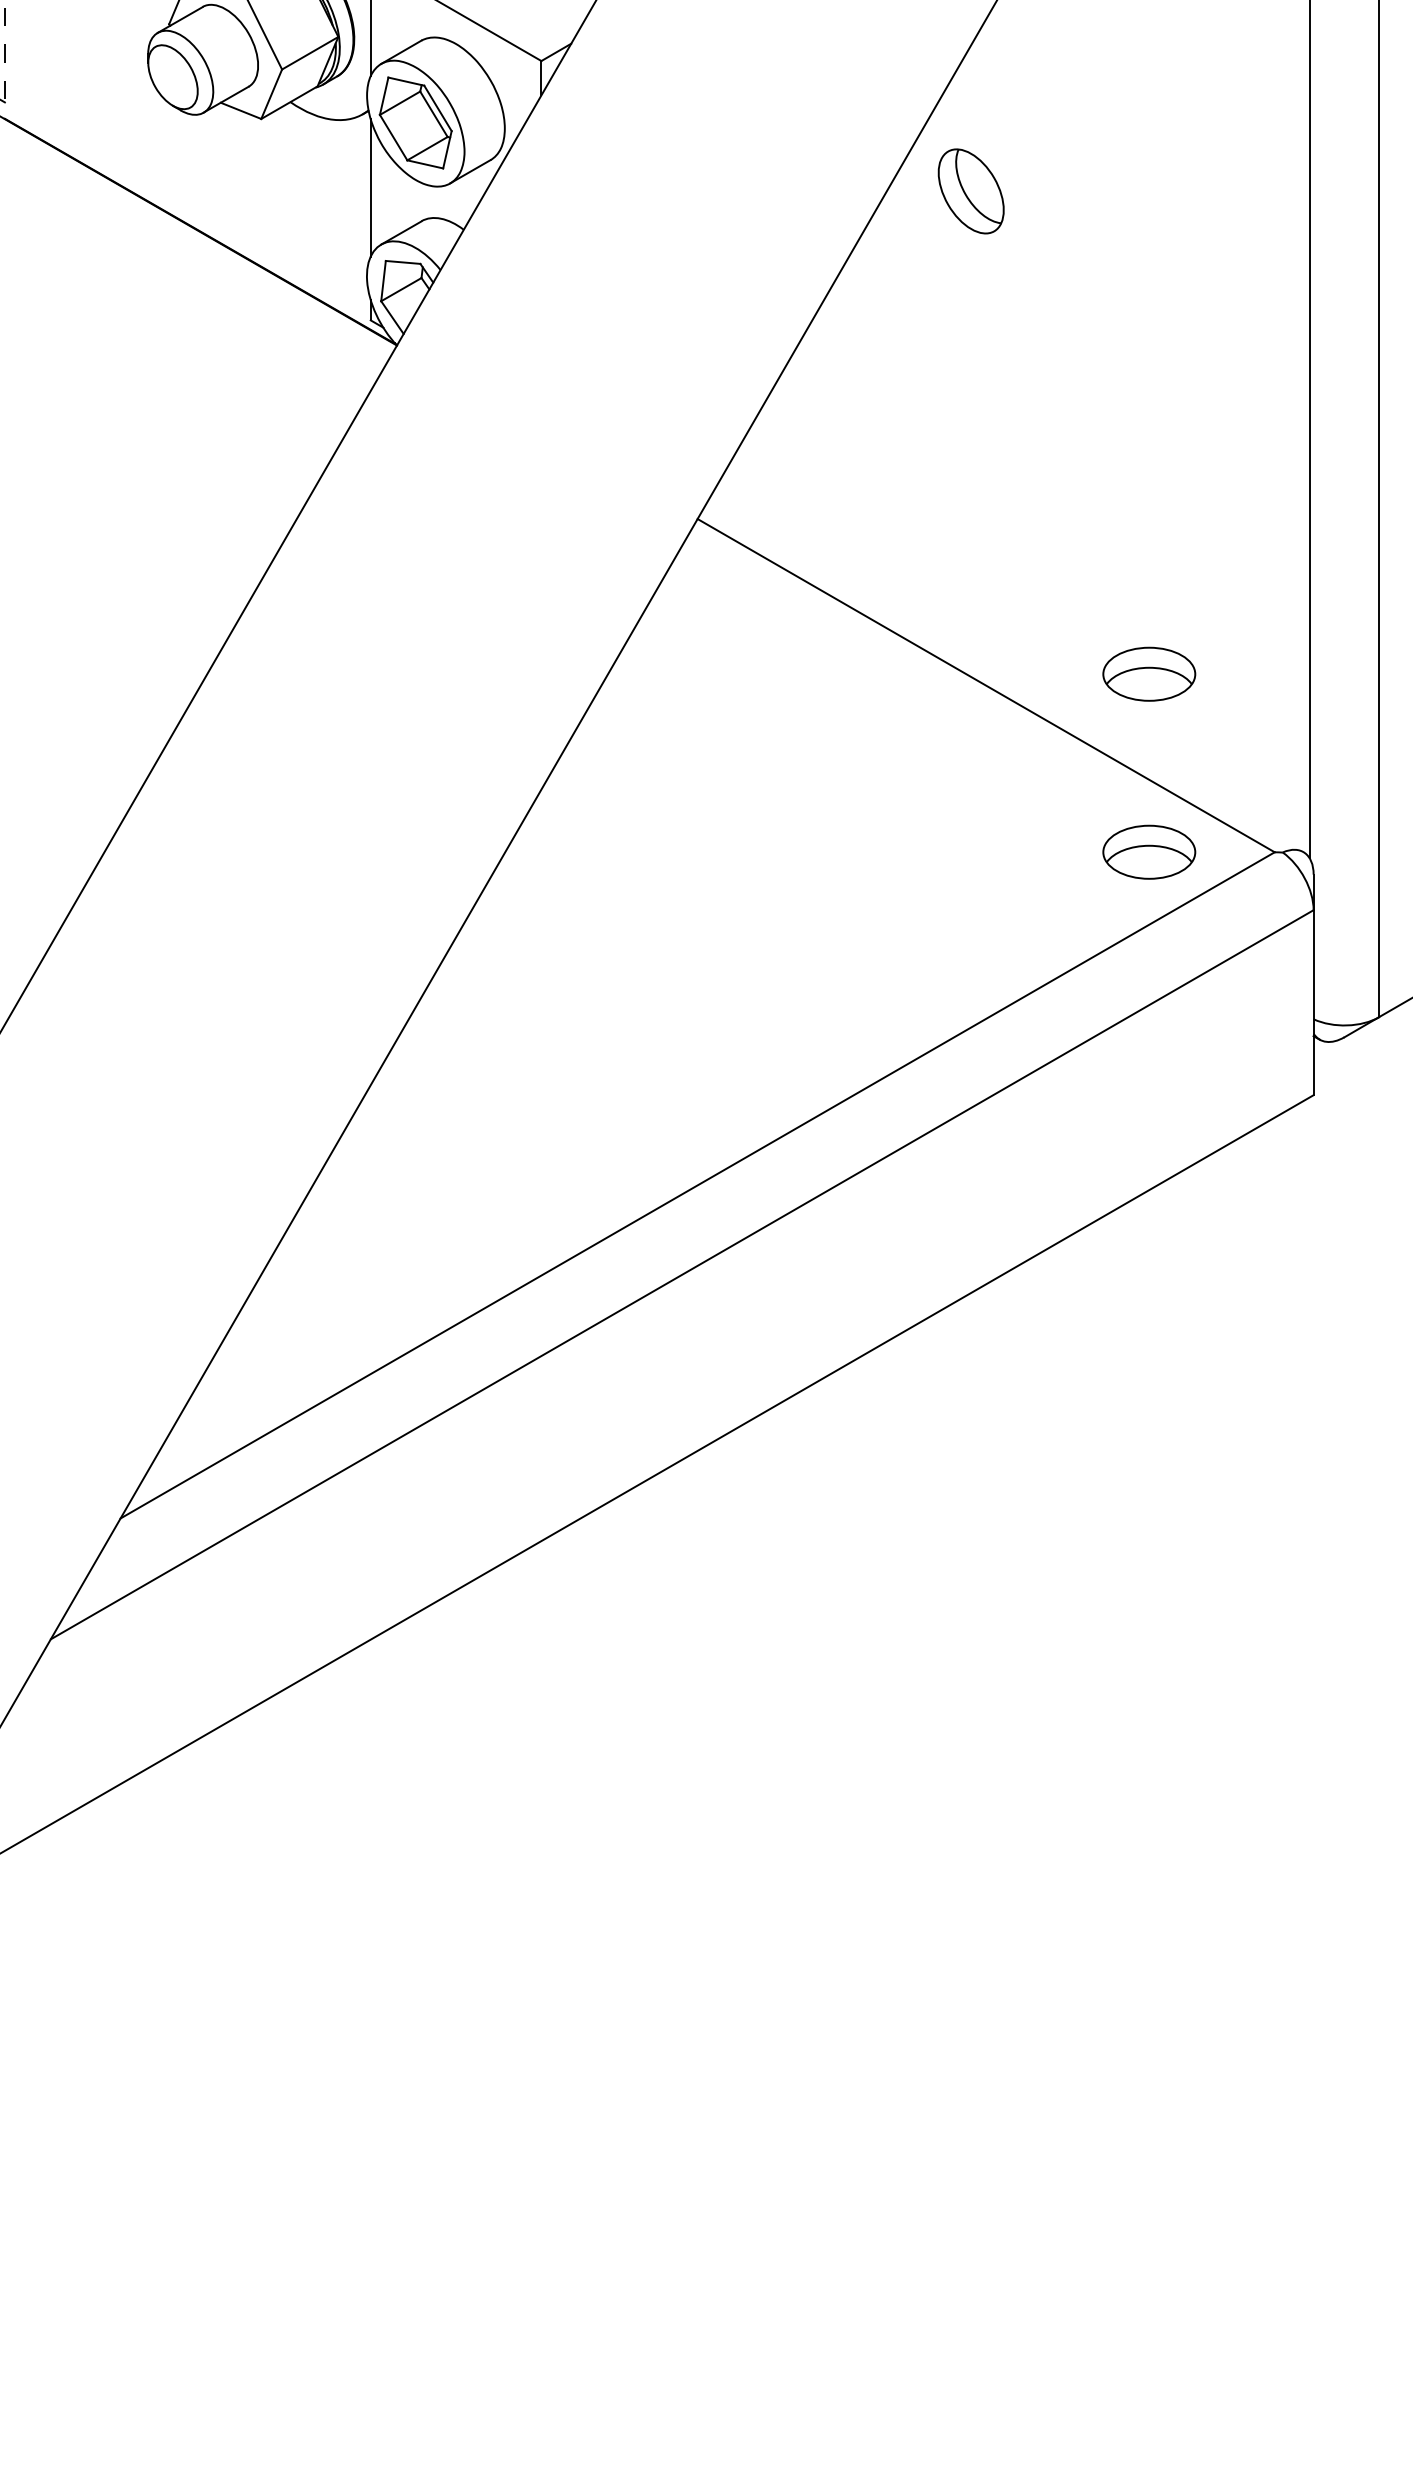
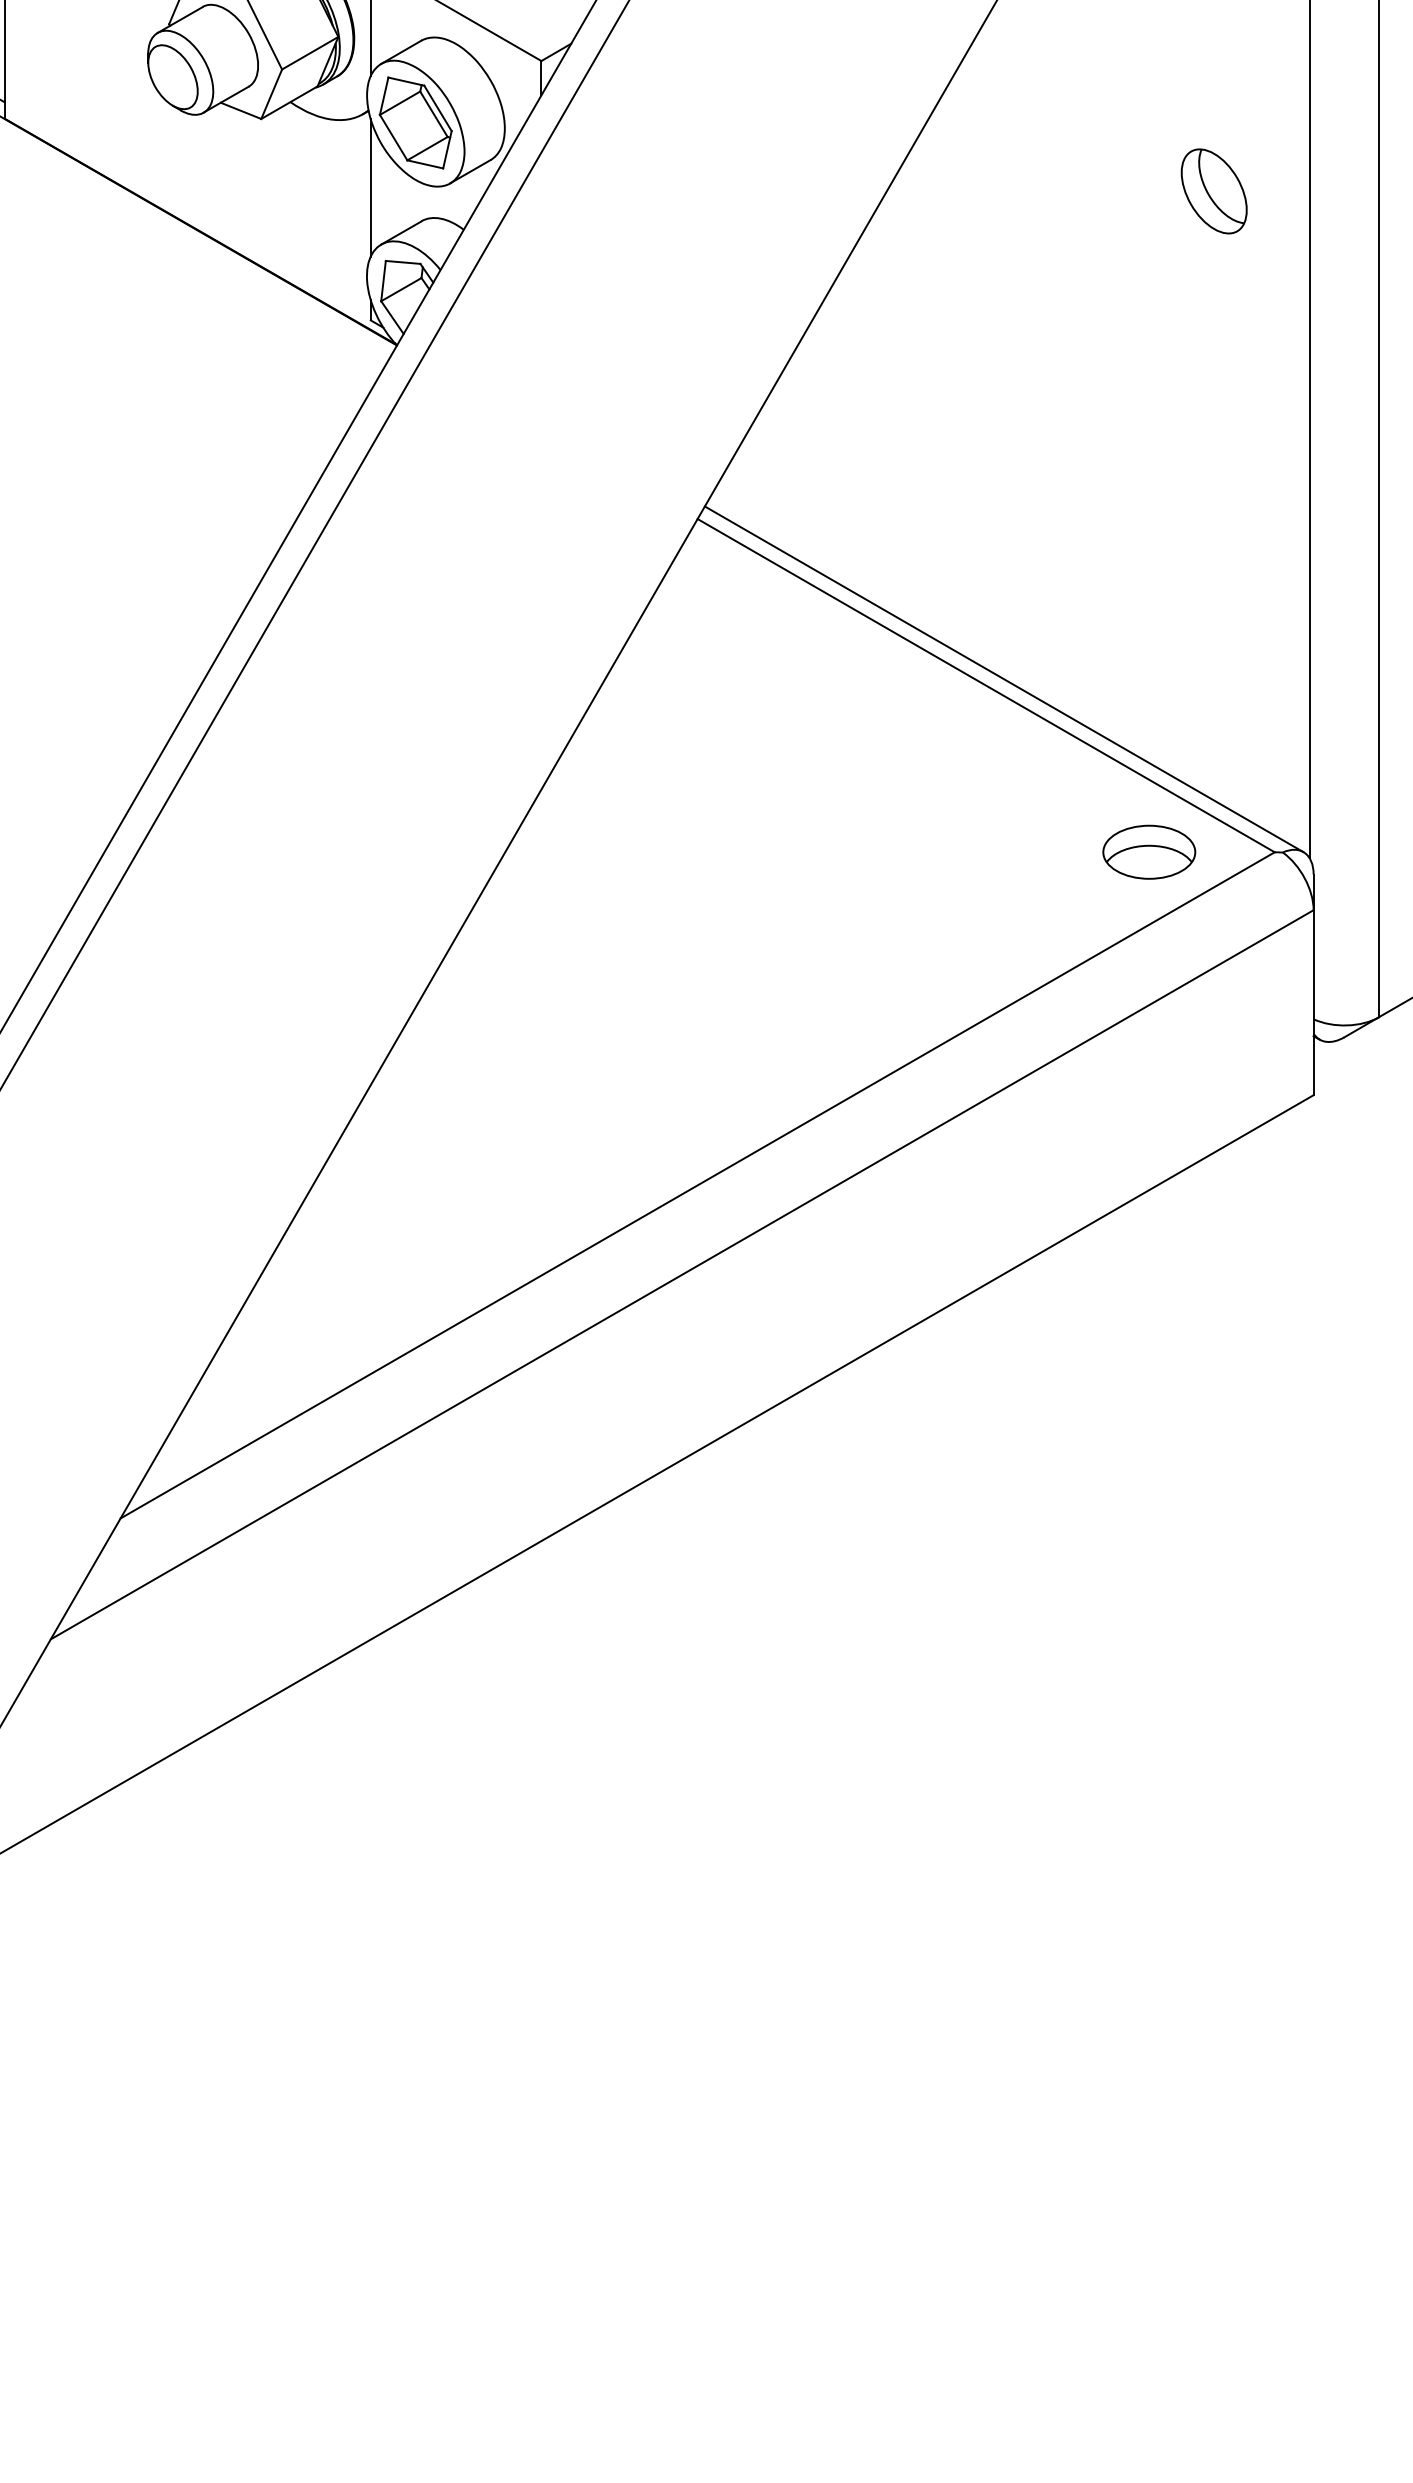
line at (4, 59): dashed -> solid
part at (970, 191) position: (970, 191) -> (1213, 191)
line at (315, 544): none -> present
part at (1149, 673): present -> none
line at (1003, 679): none -> present
